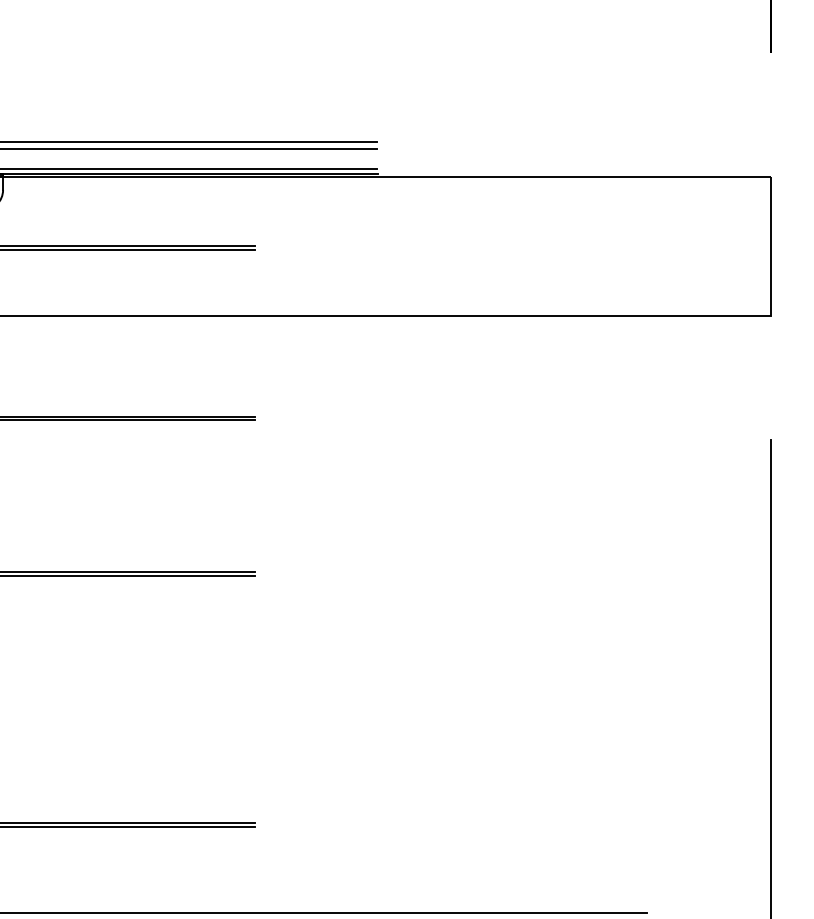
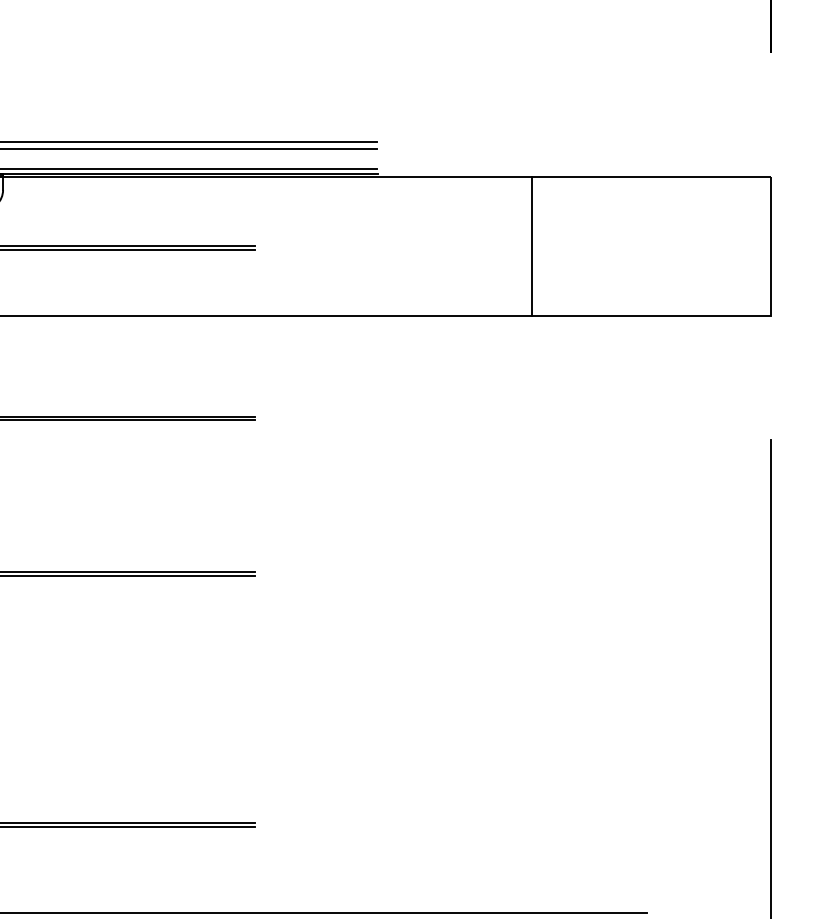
line at (532, 246): none -> present
